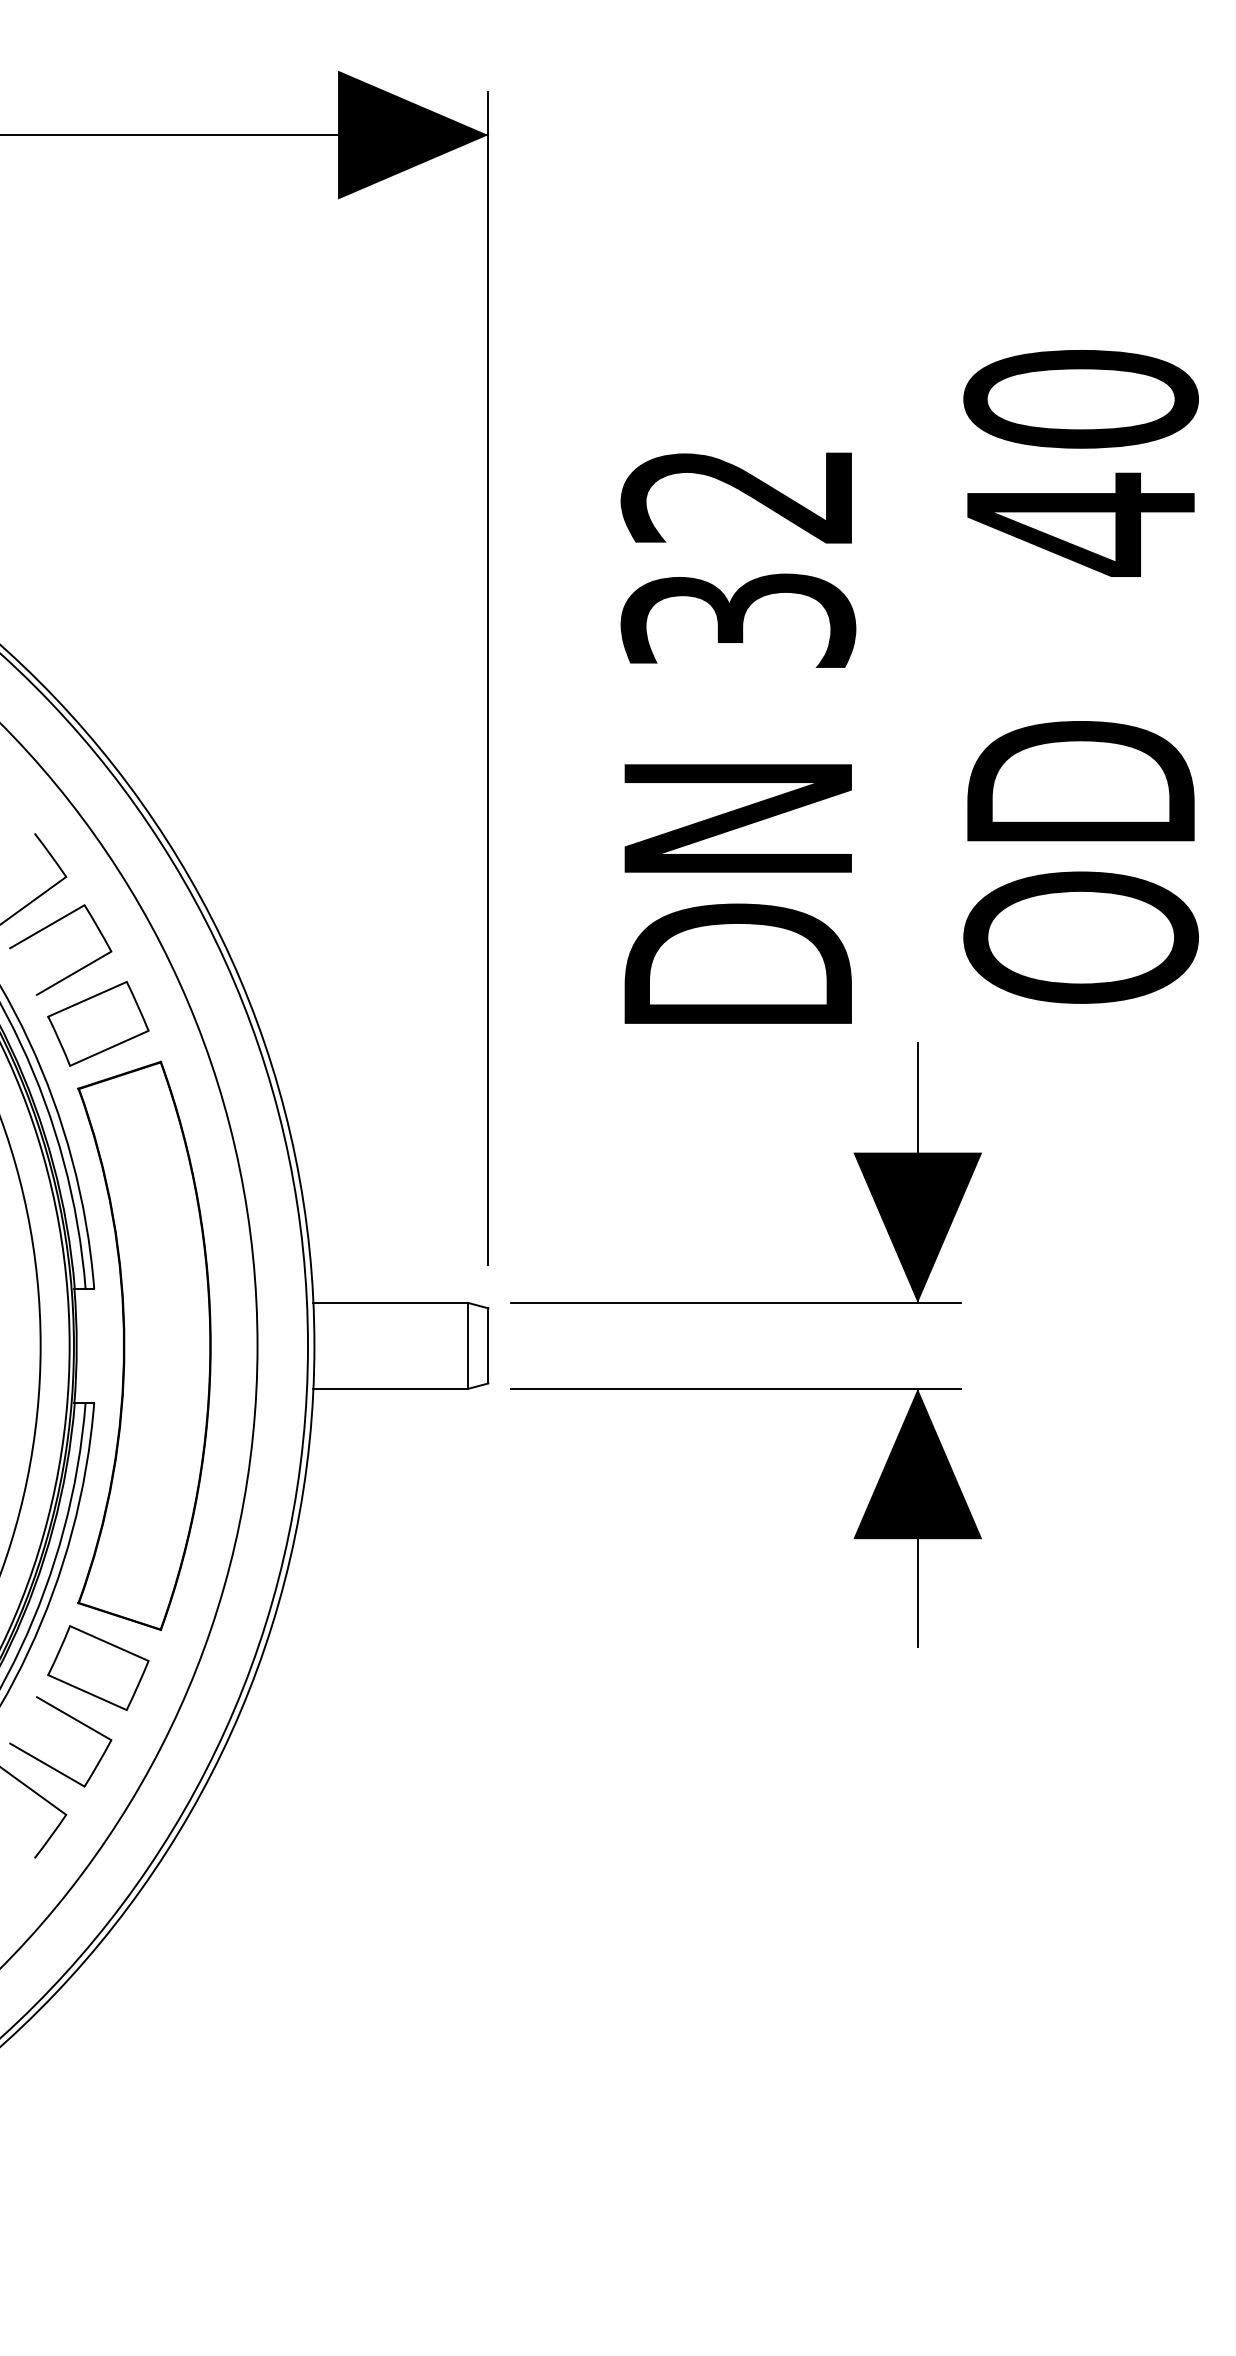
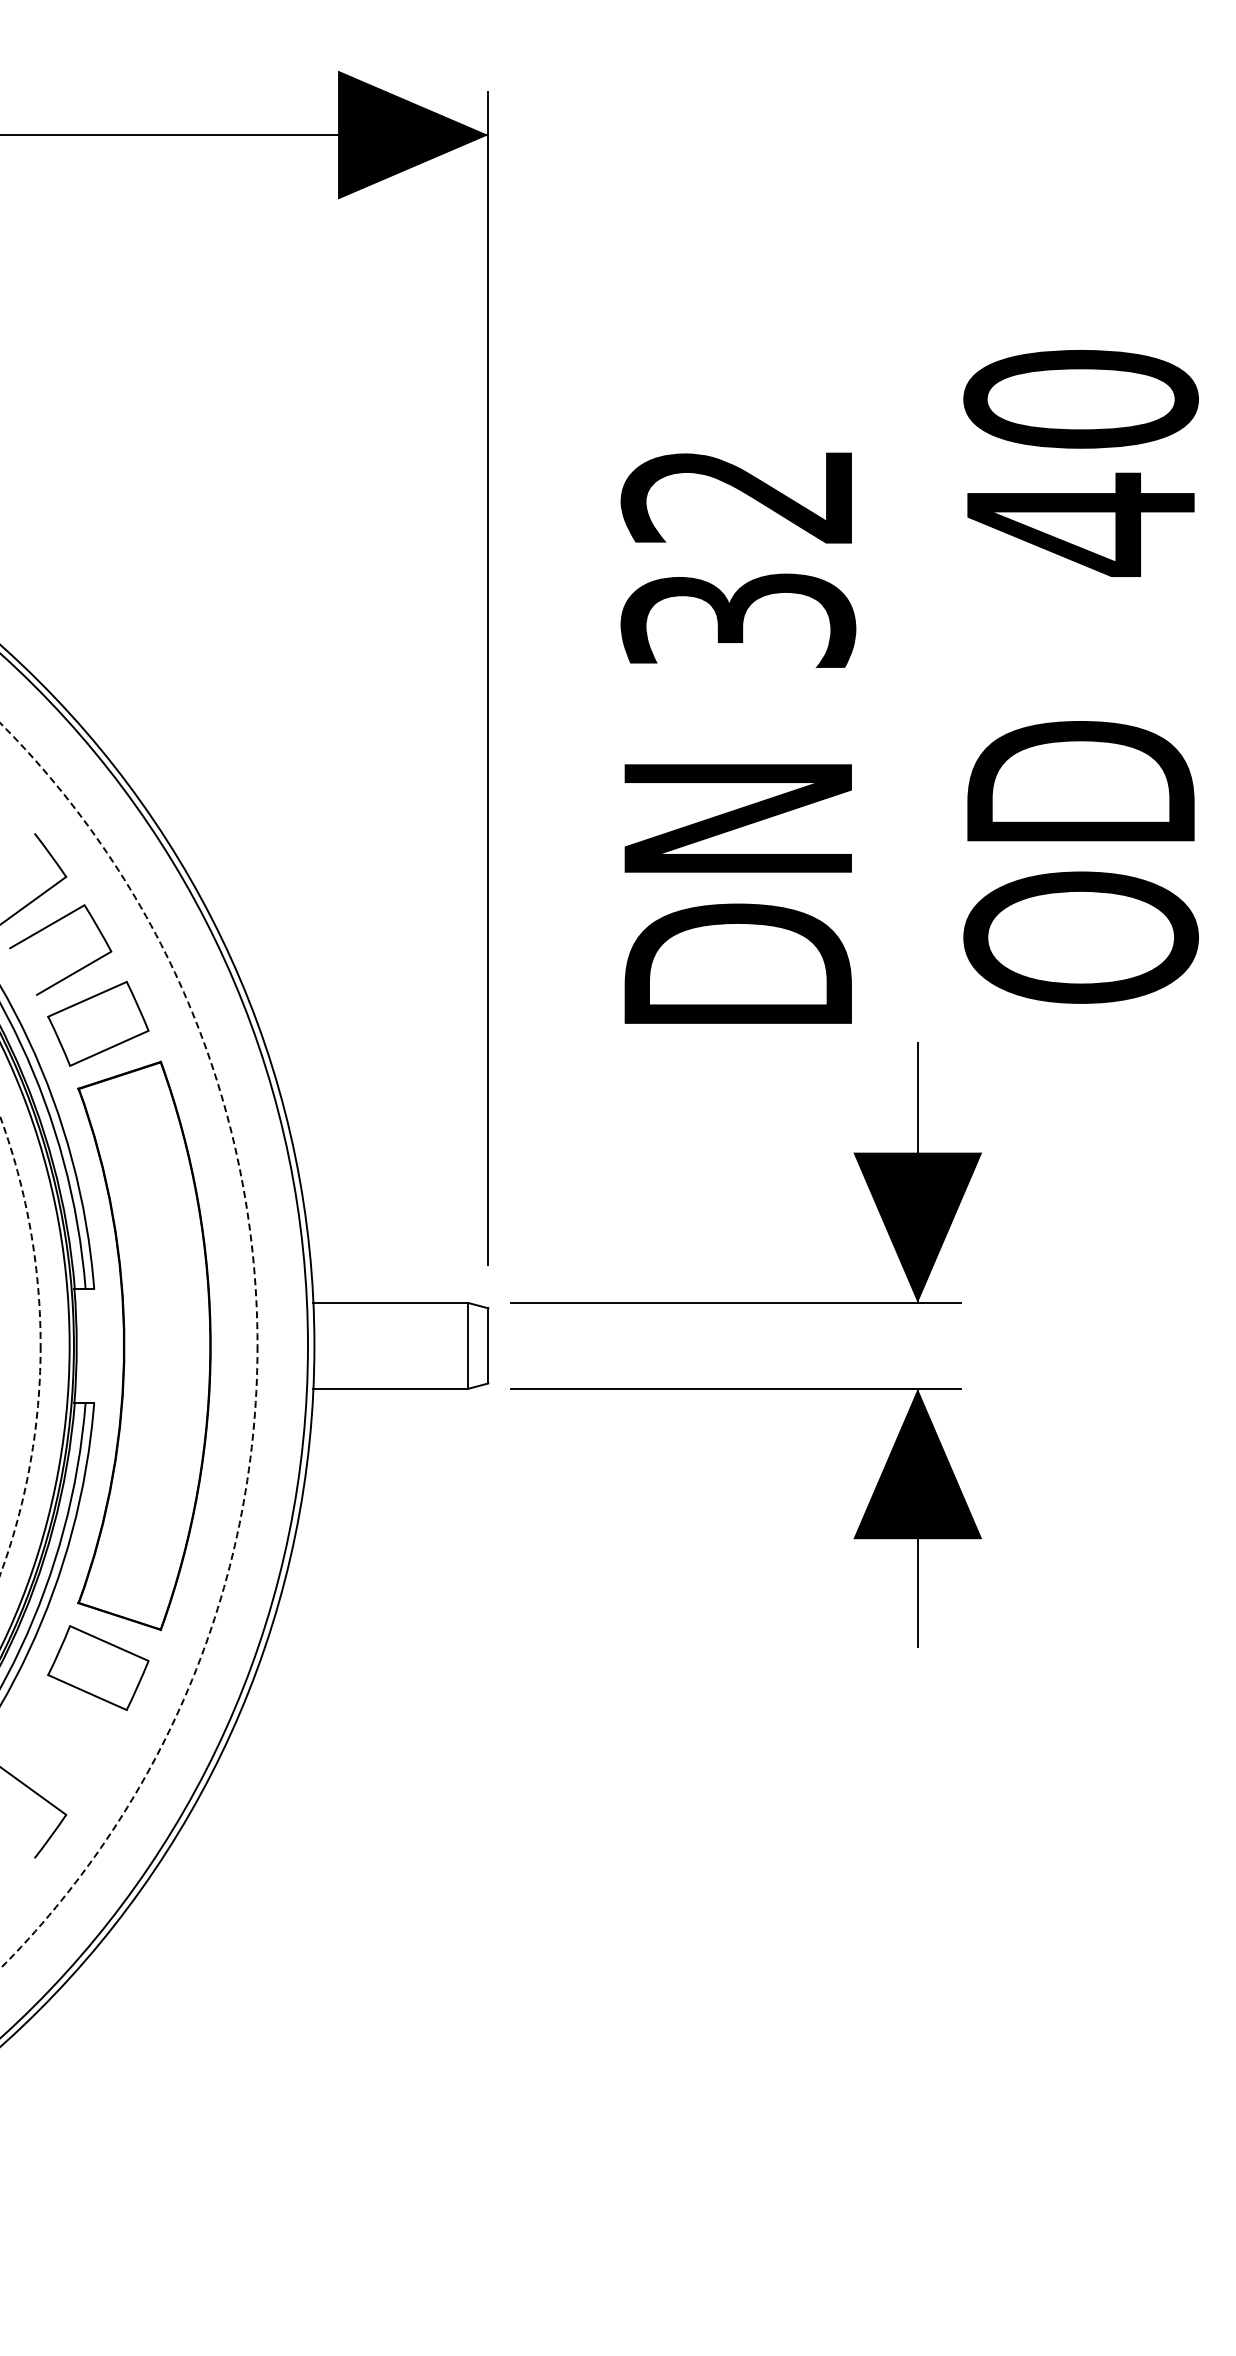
circle at (20, 1345): solid -> dashed
circle at (128, 1345): solid -> dashed
part at (71, 1718): present -> none
